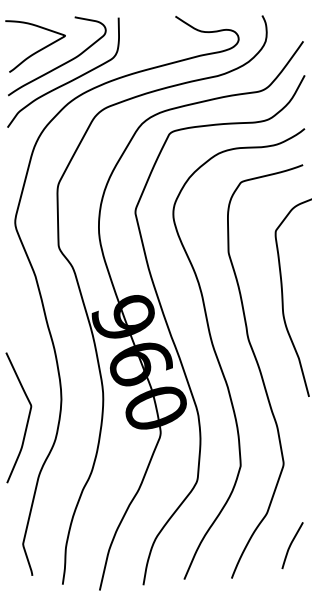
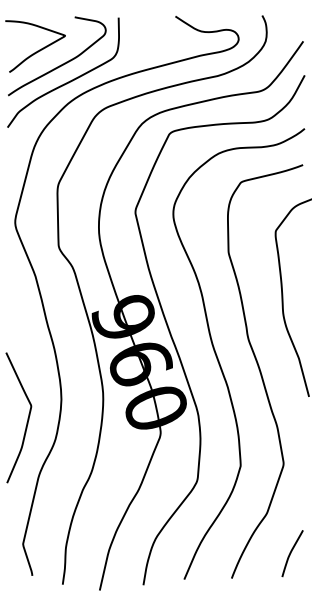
curve at (291, 545) position: (291, 545) -> (291, 553)
